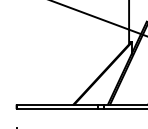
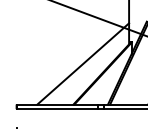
line at (83, 63): none -> present
